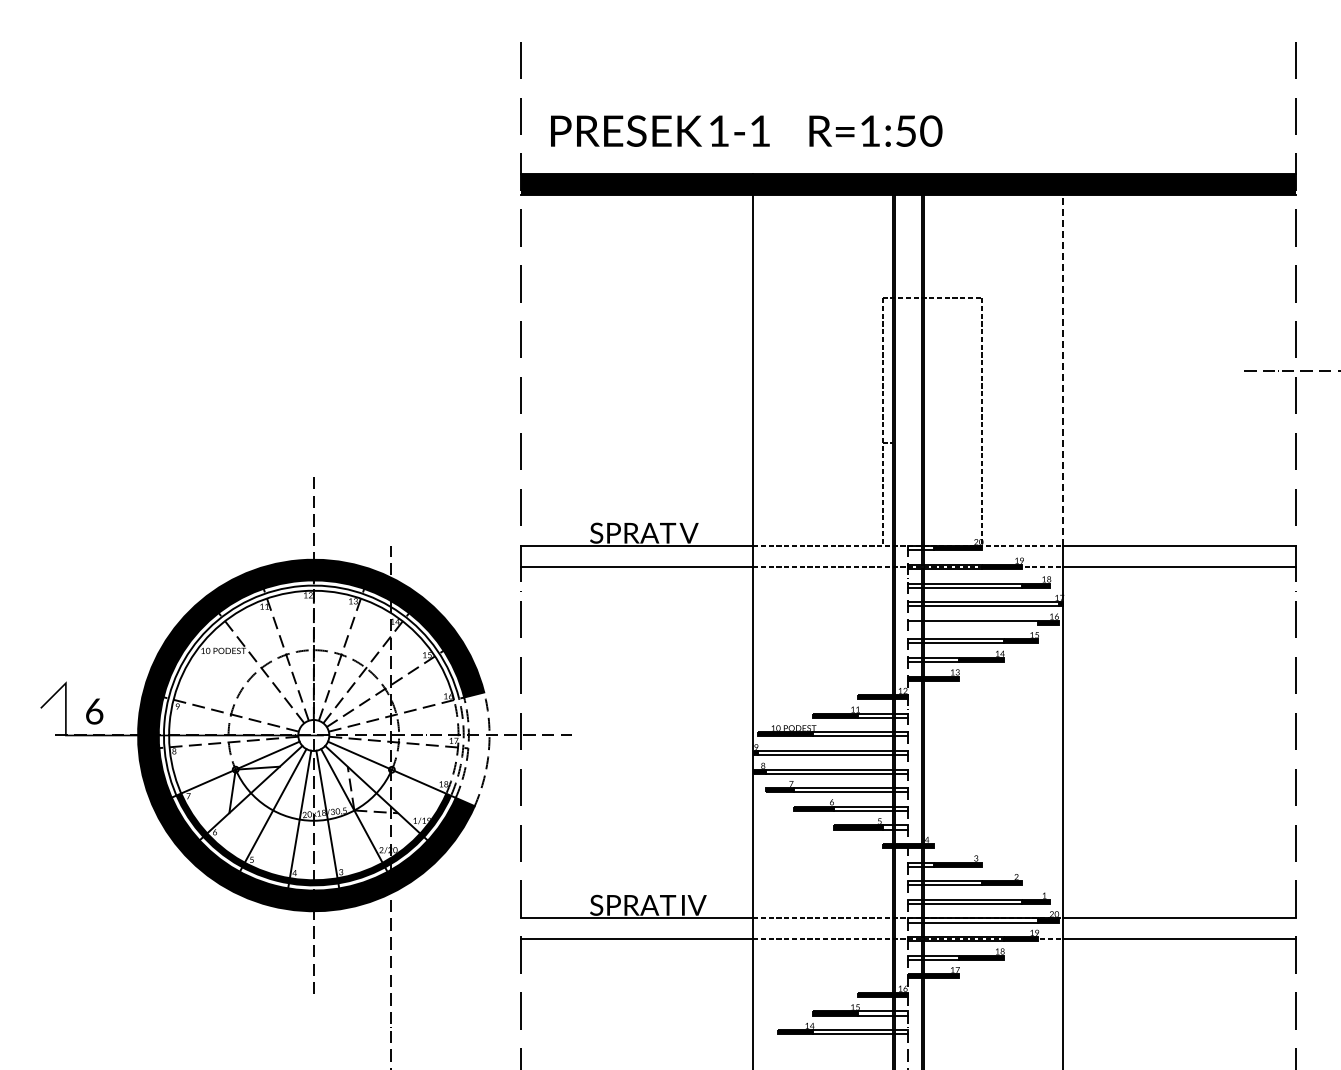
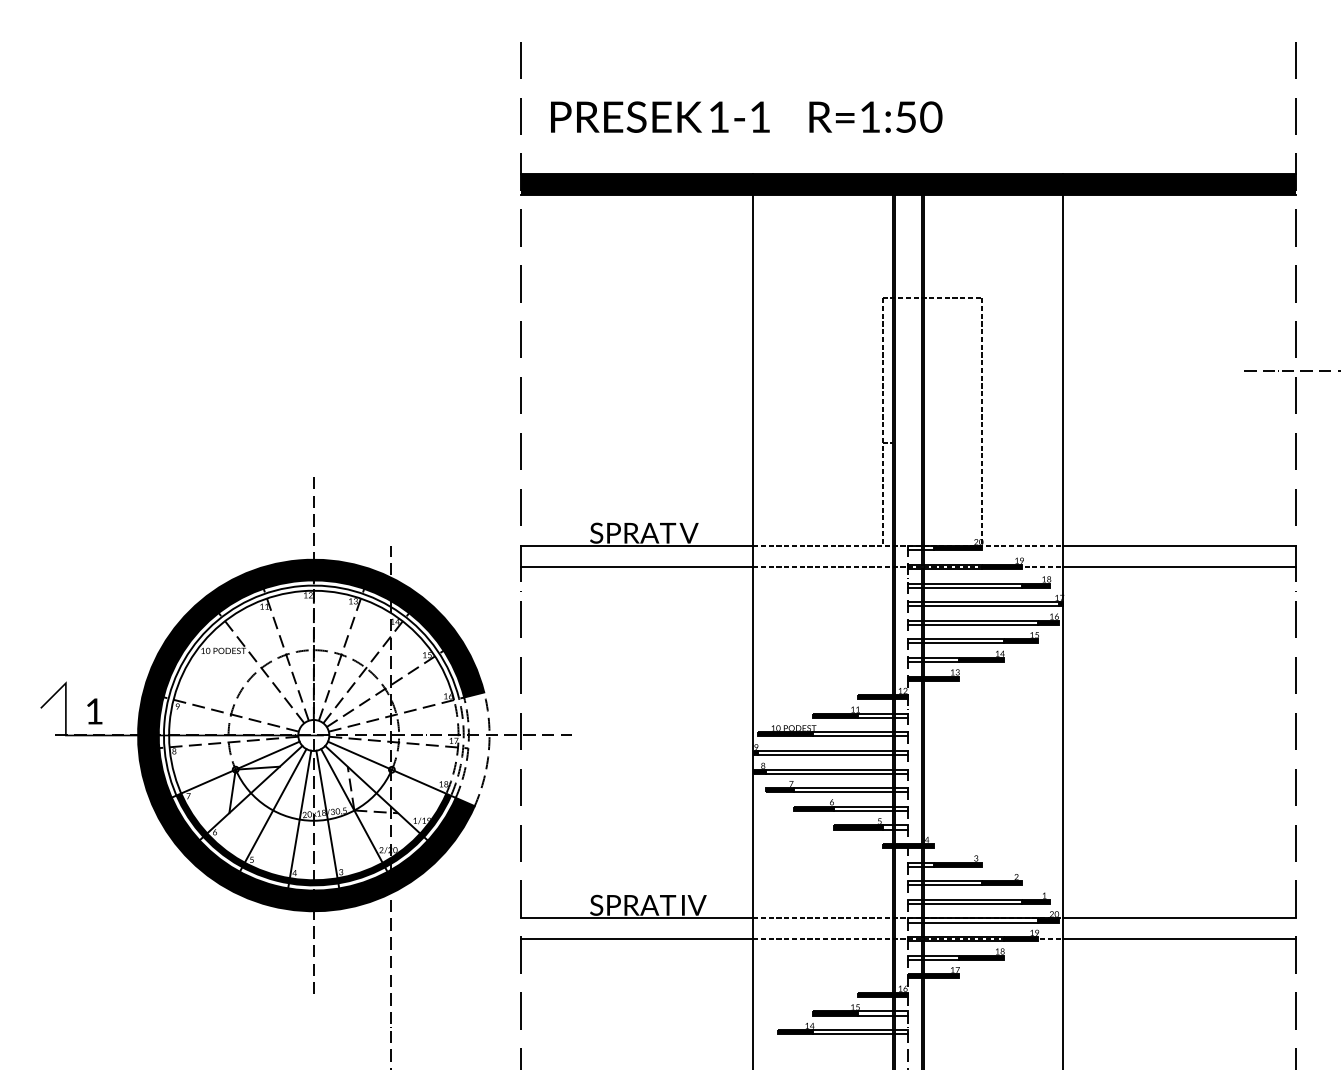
text at (746, 130) position: (746, 130) -> (746, 116)
line at (1063, 359): dashed -> solid
line at (973, 624): none -> present
text at (94, 711): 6 -> 1
